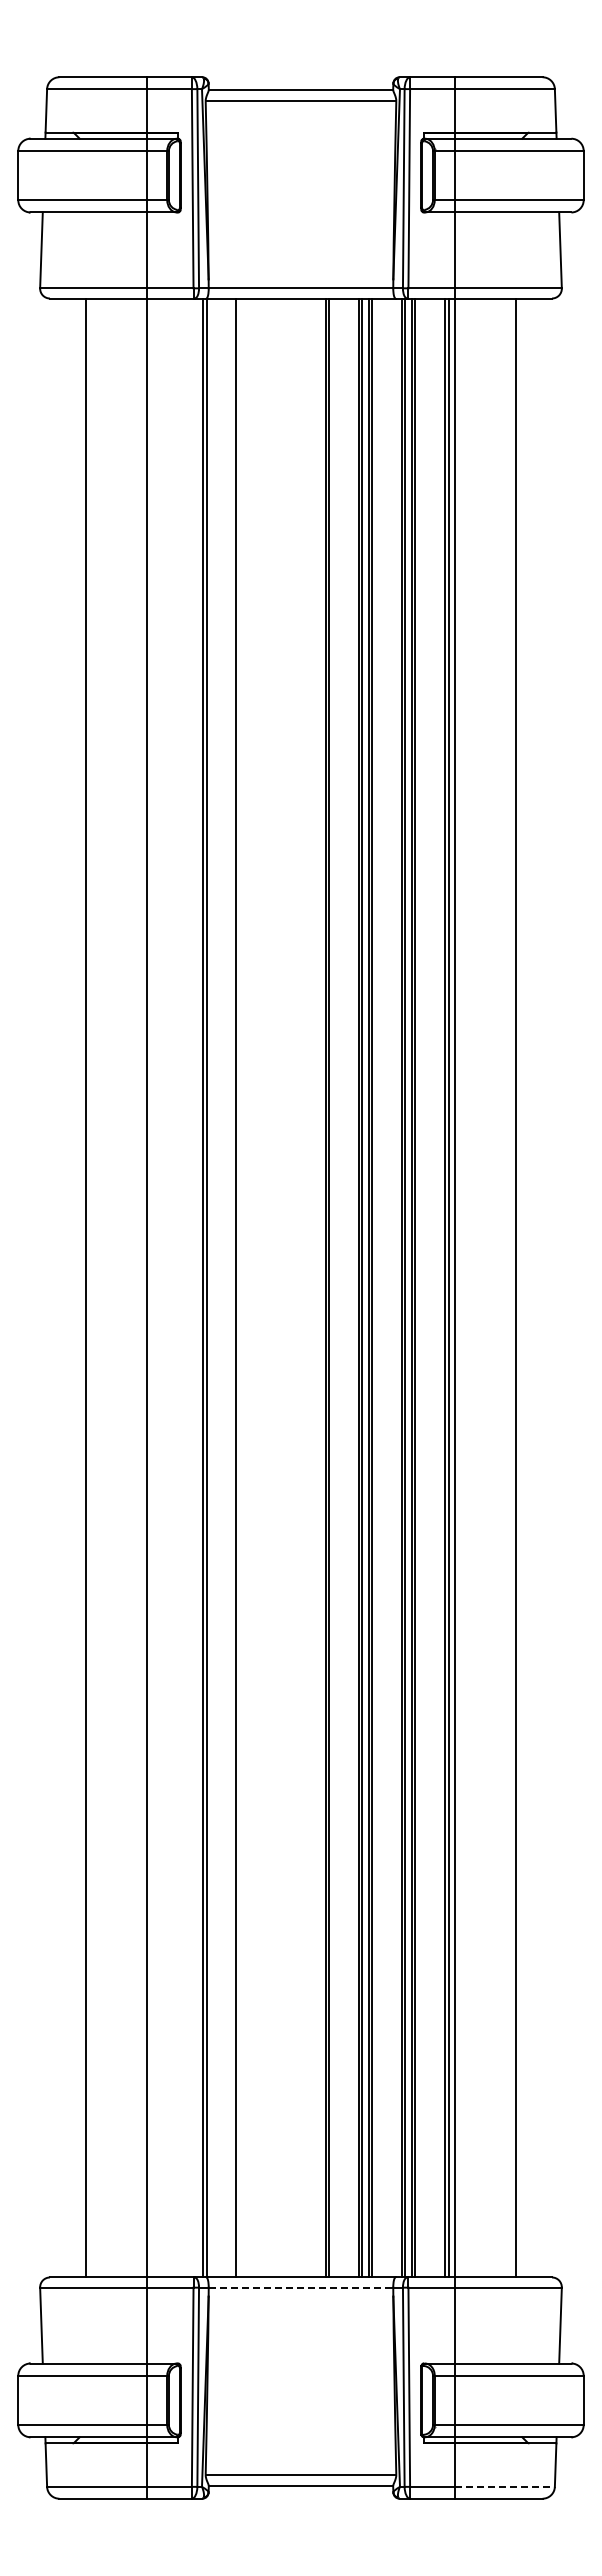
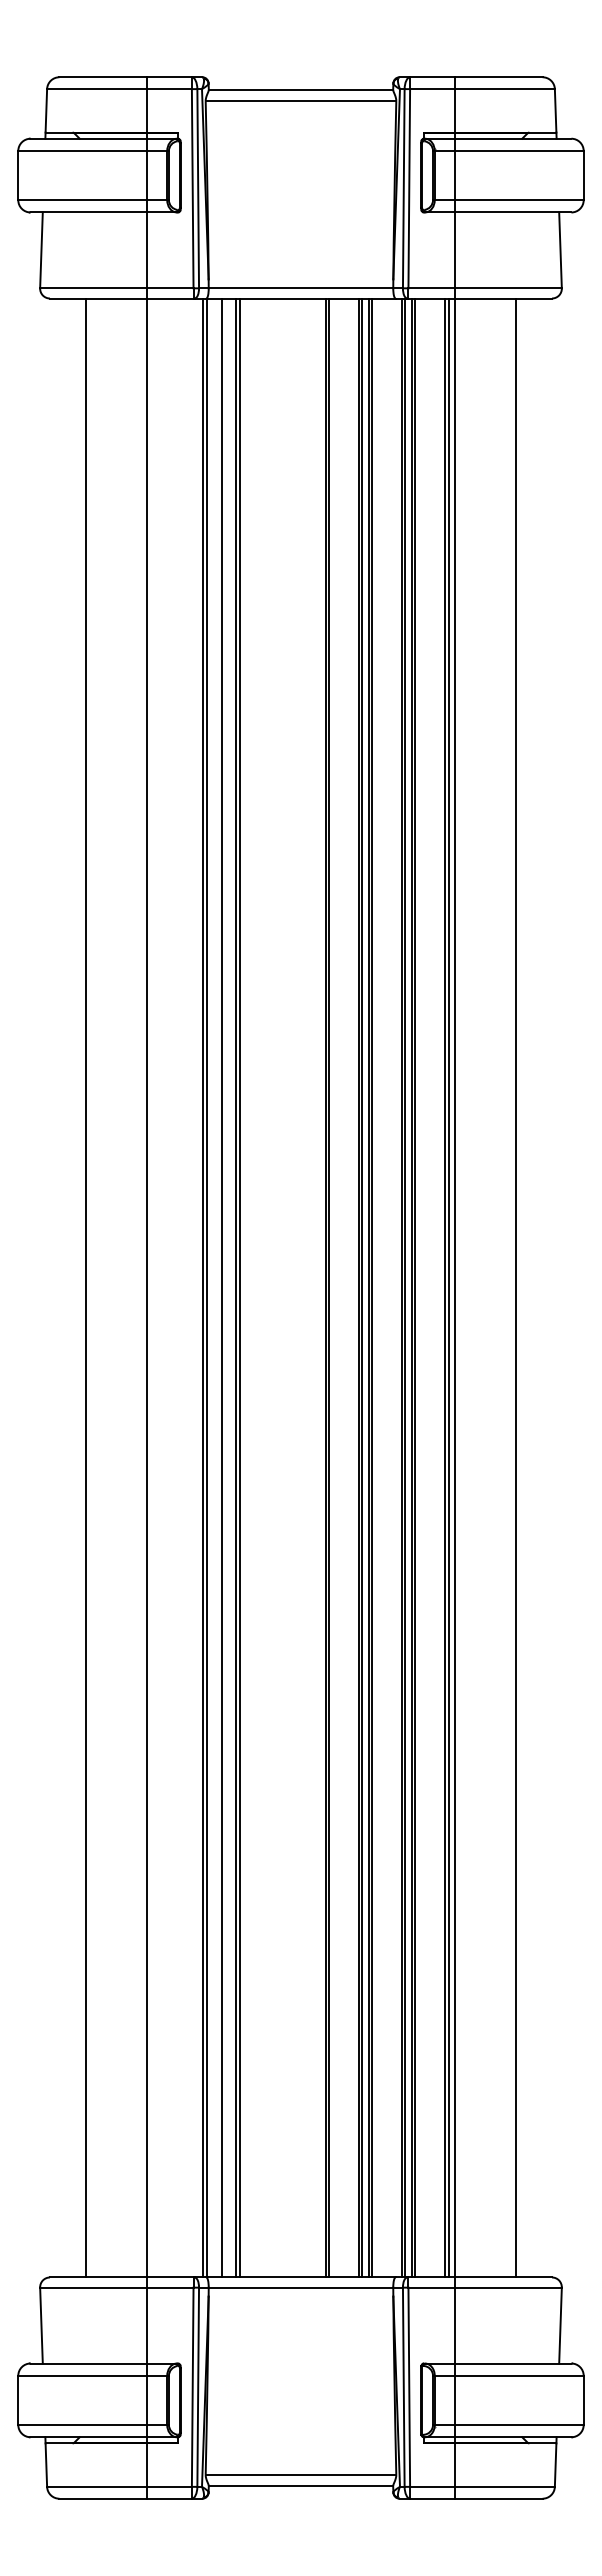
line at (221, 1287): none -> present
line at (240, 1287): none -> present
line at (301, 2287): dashed -> solid
line at (505, 2486): dashed -> solid
